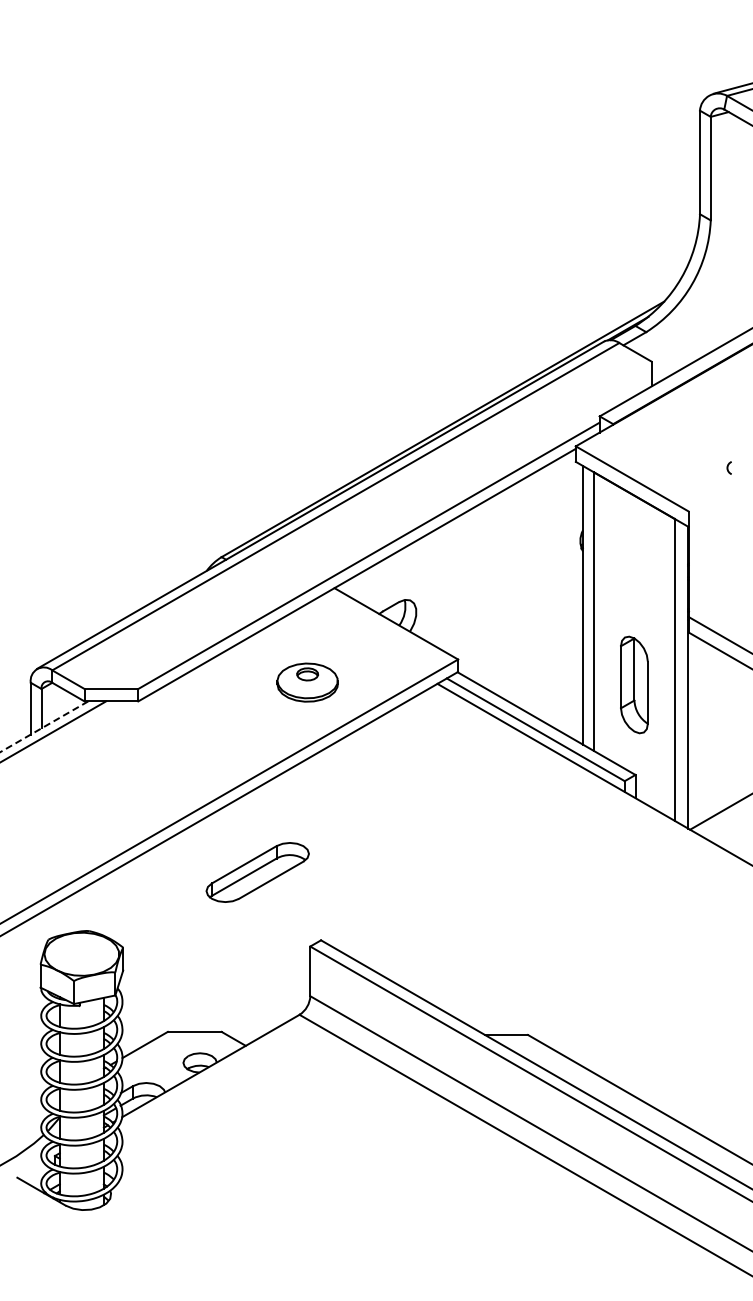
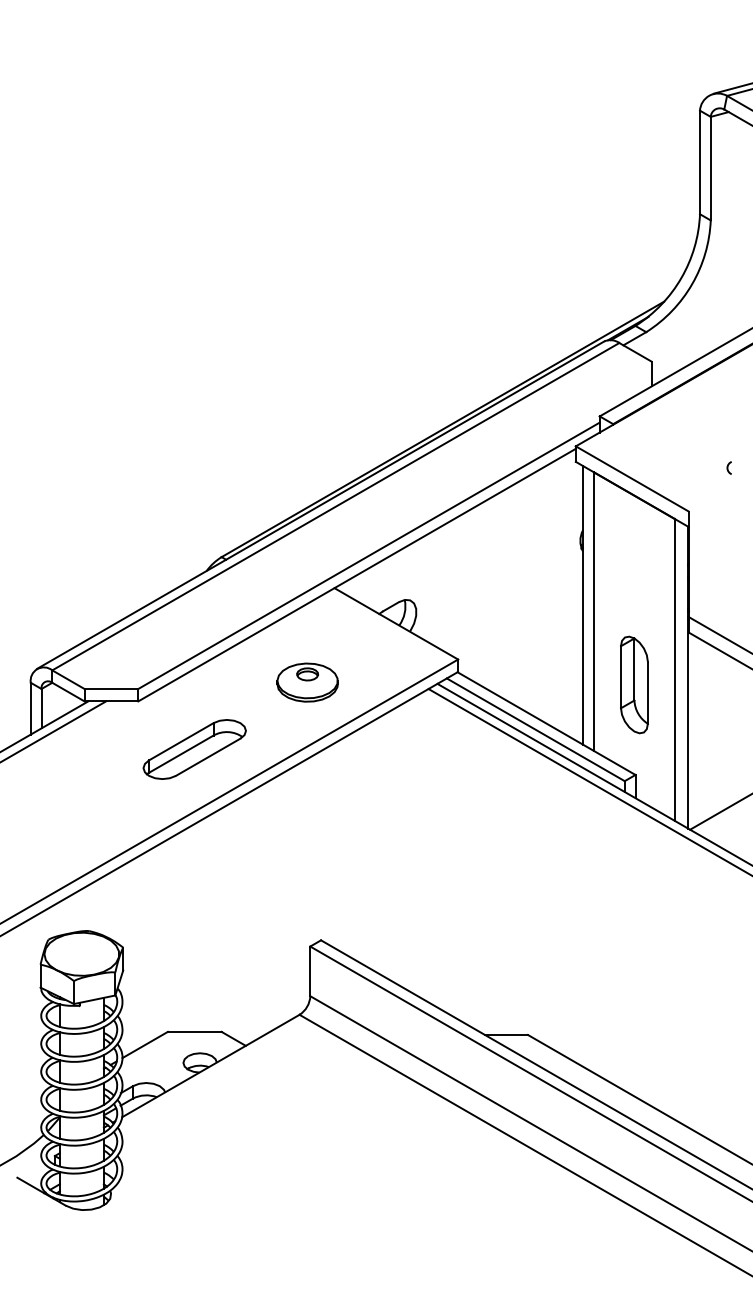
line at (44, 726): dashed -> solid
line at (588, 781): none -> present
part at (257, 872) position: (257, 872) -> (194, 749)
